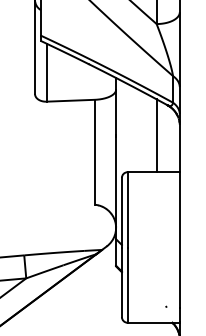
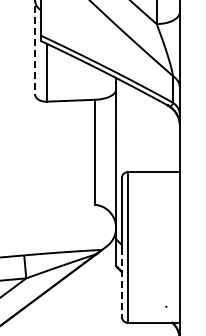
line at (35, 47): solid -> dashed
line at (156, 135): present -> none
line at (121, 282): solid -> dashed
